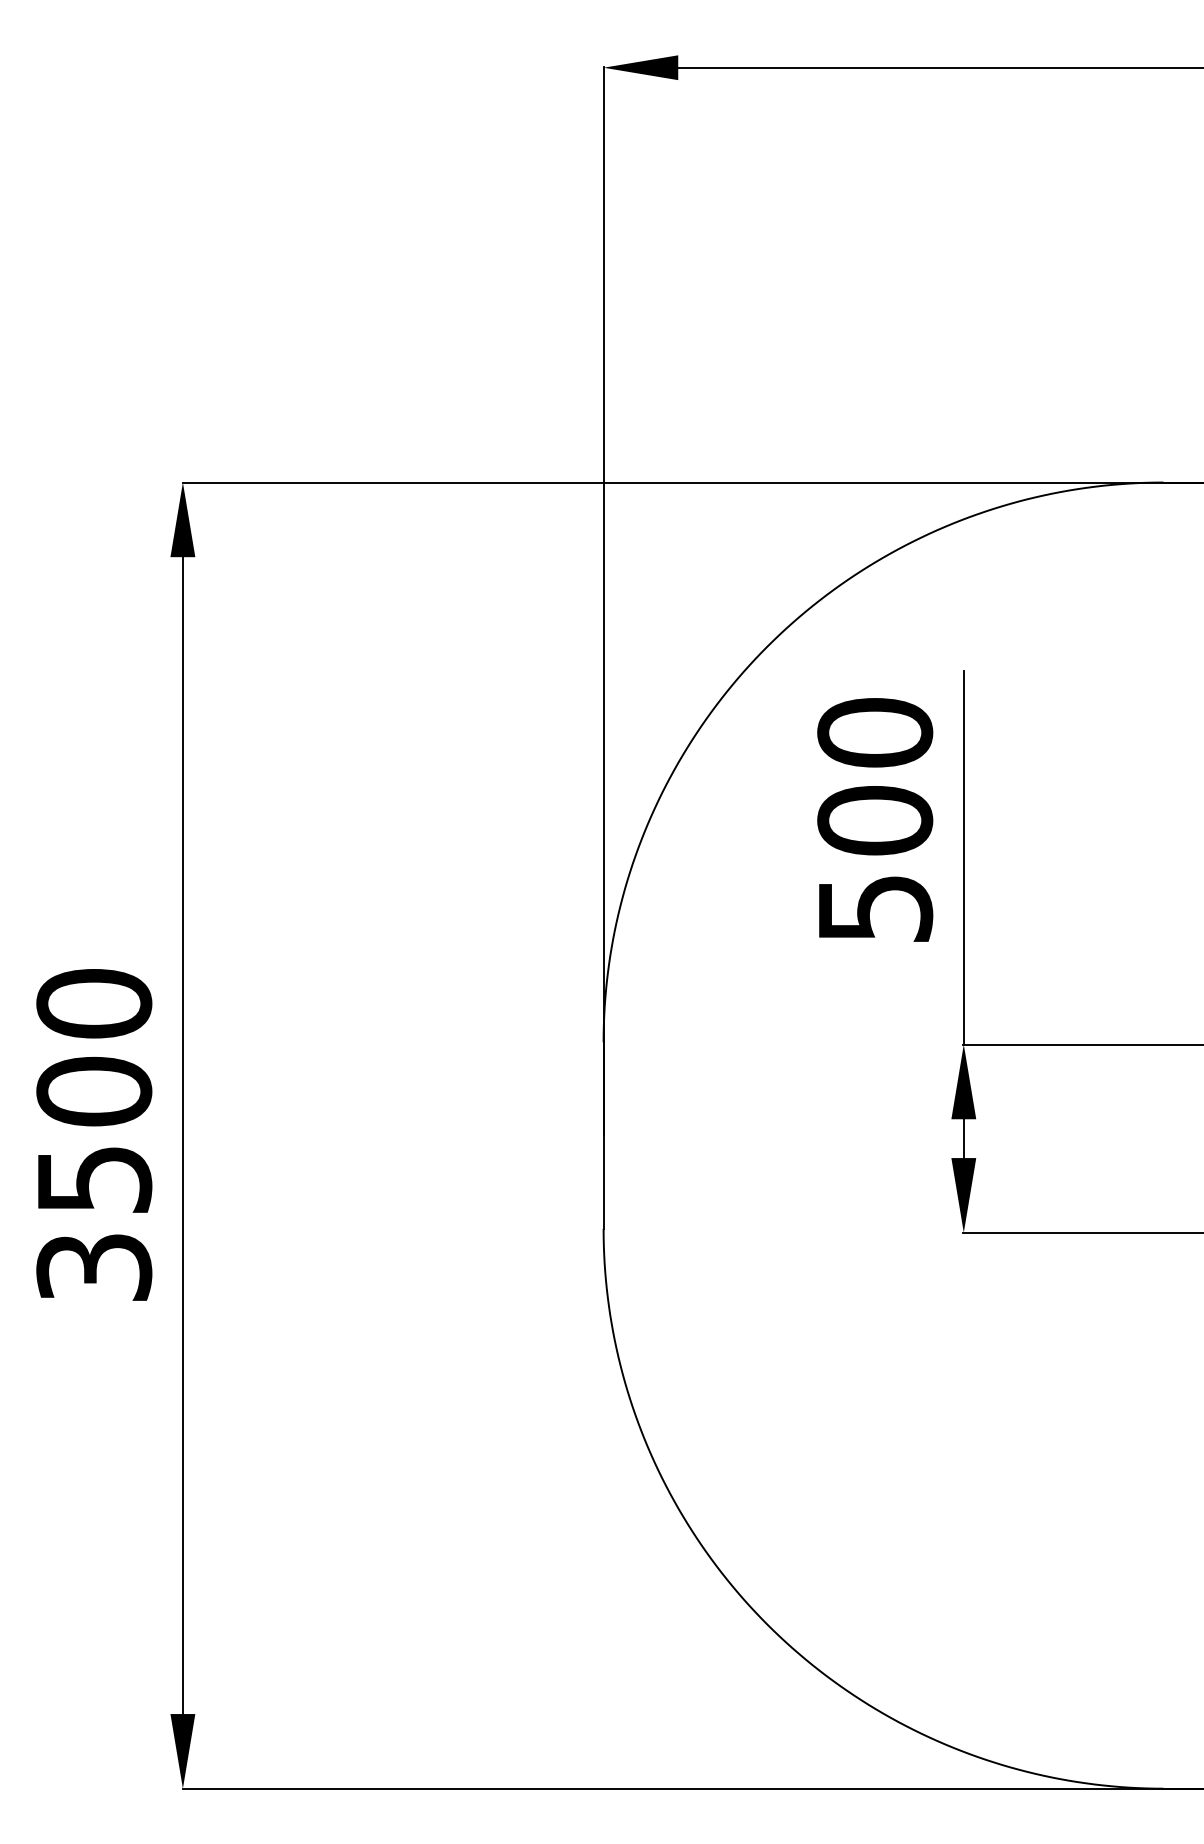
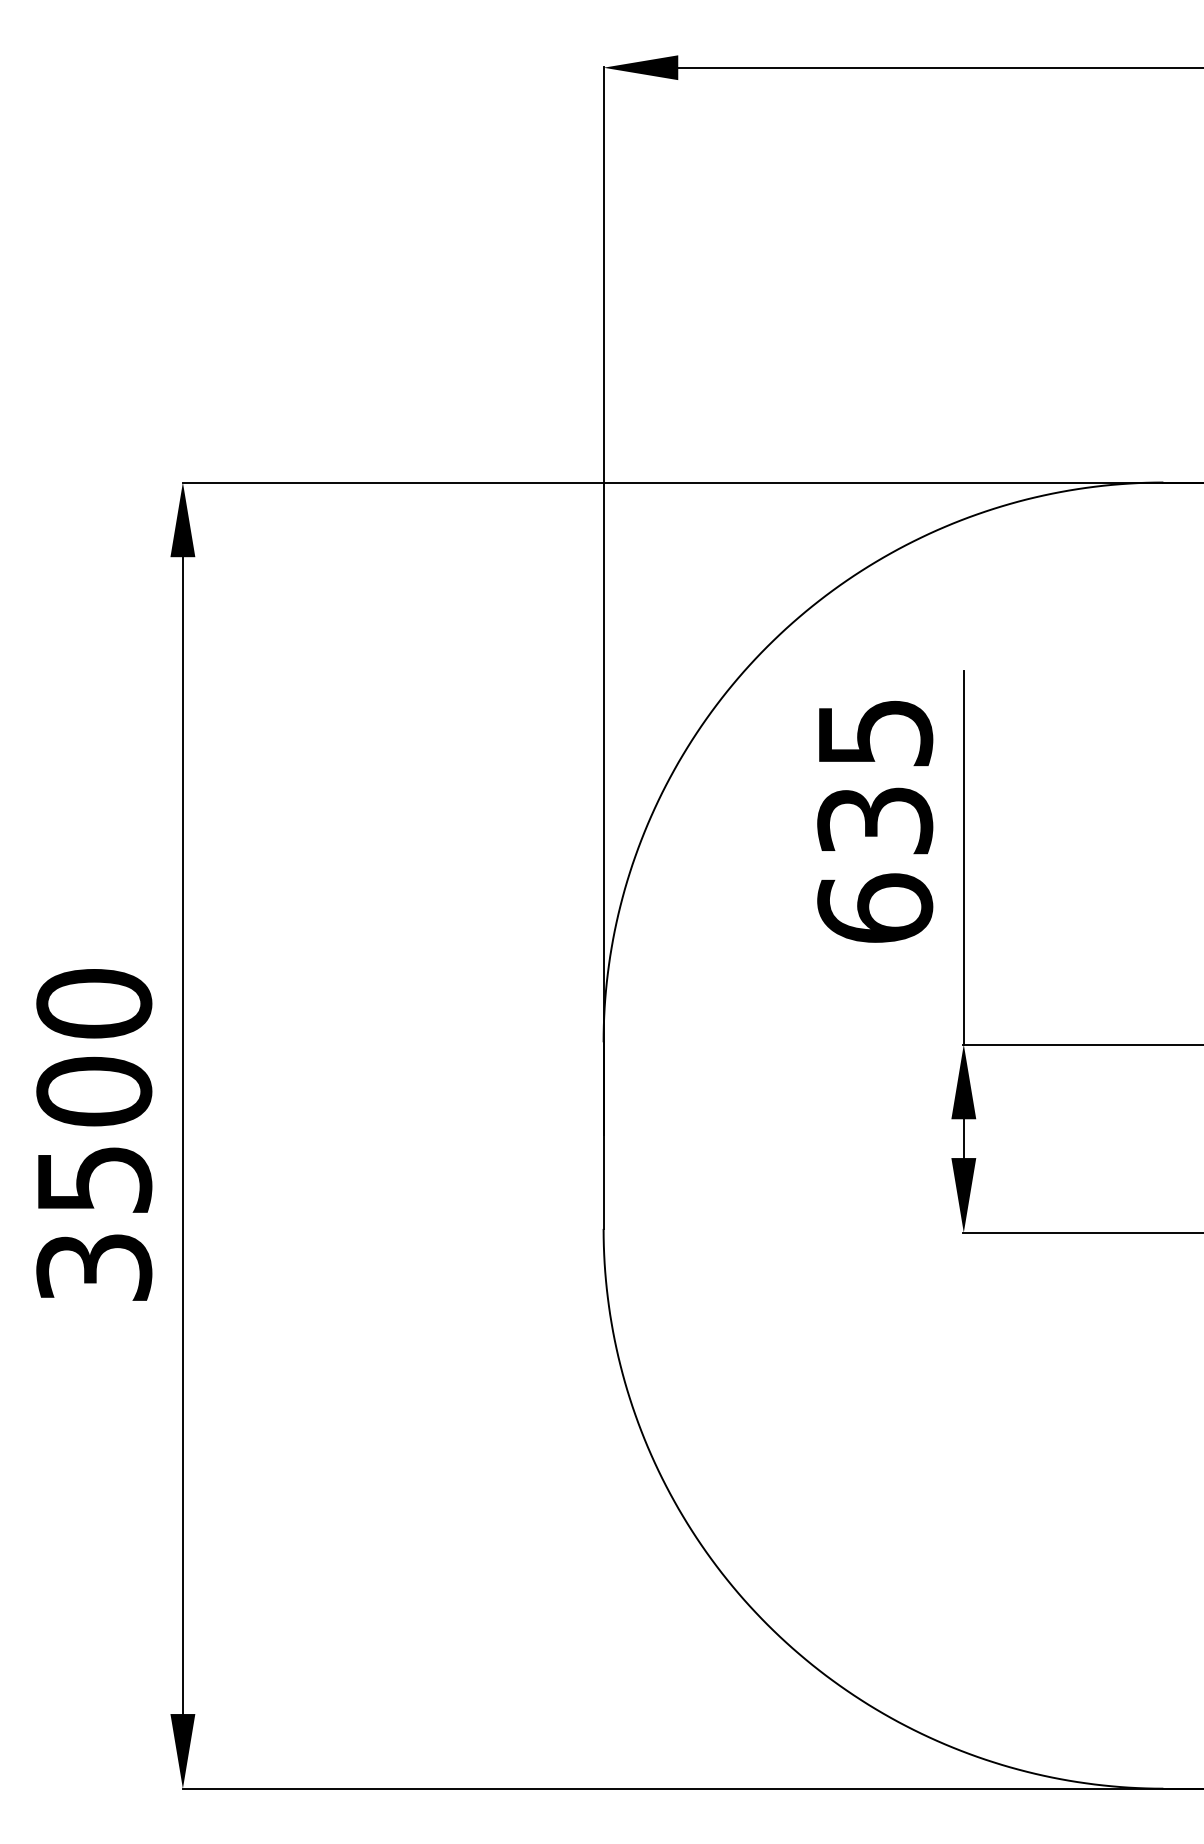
text at (875, 820): 500 -> 635
